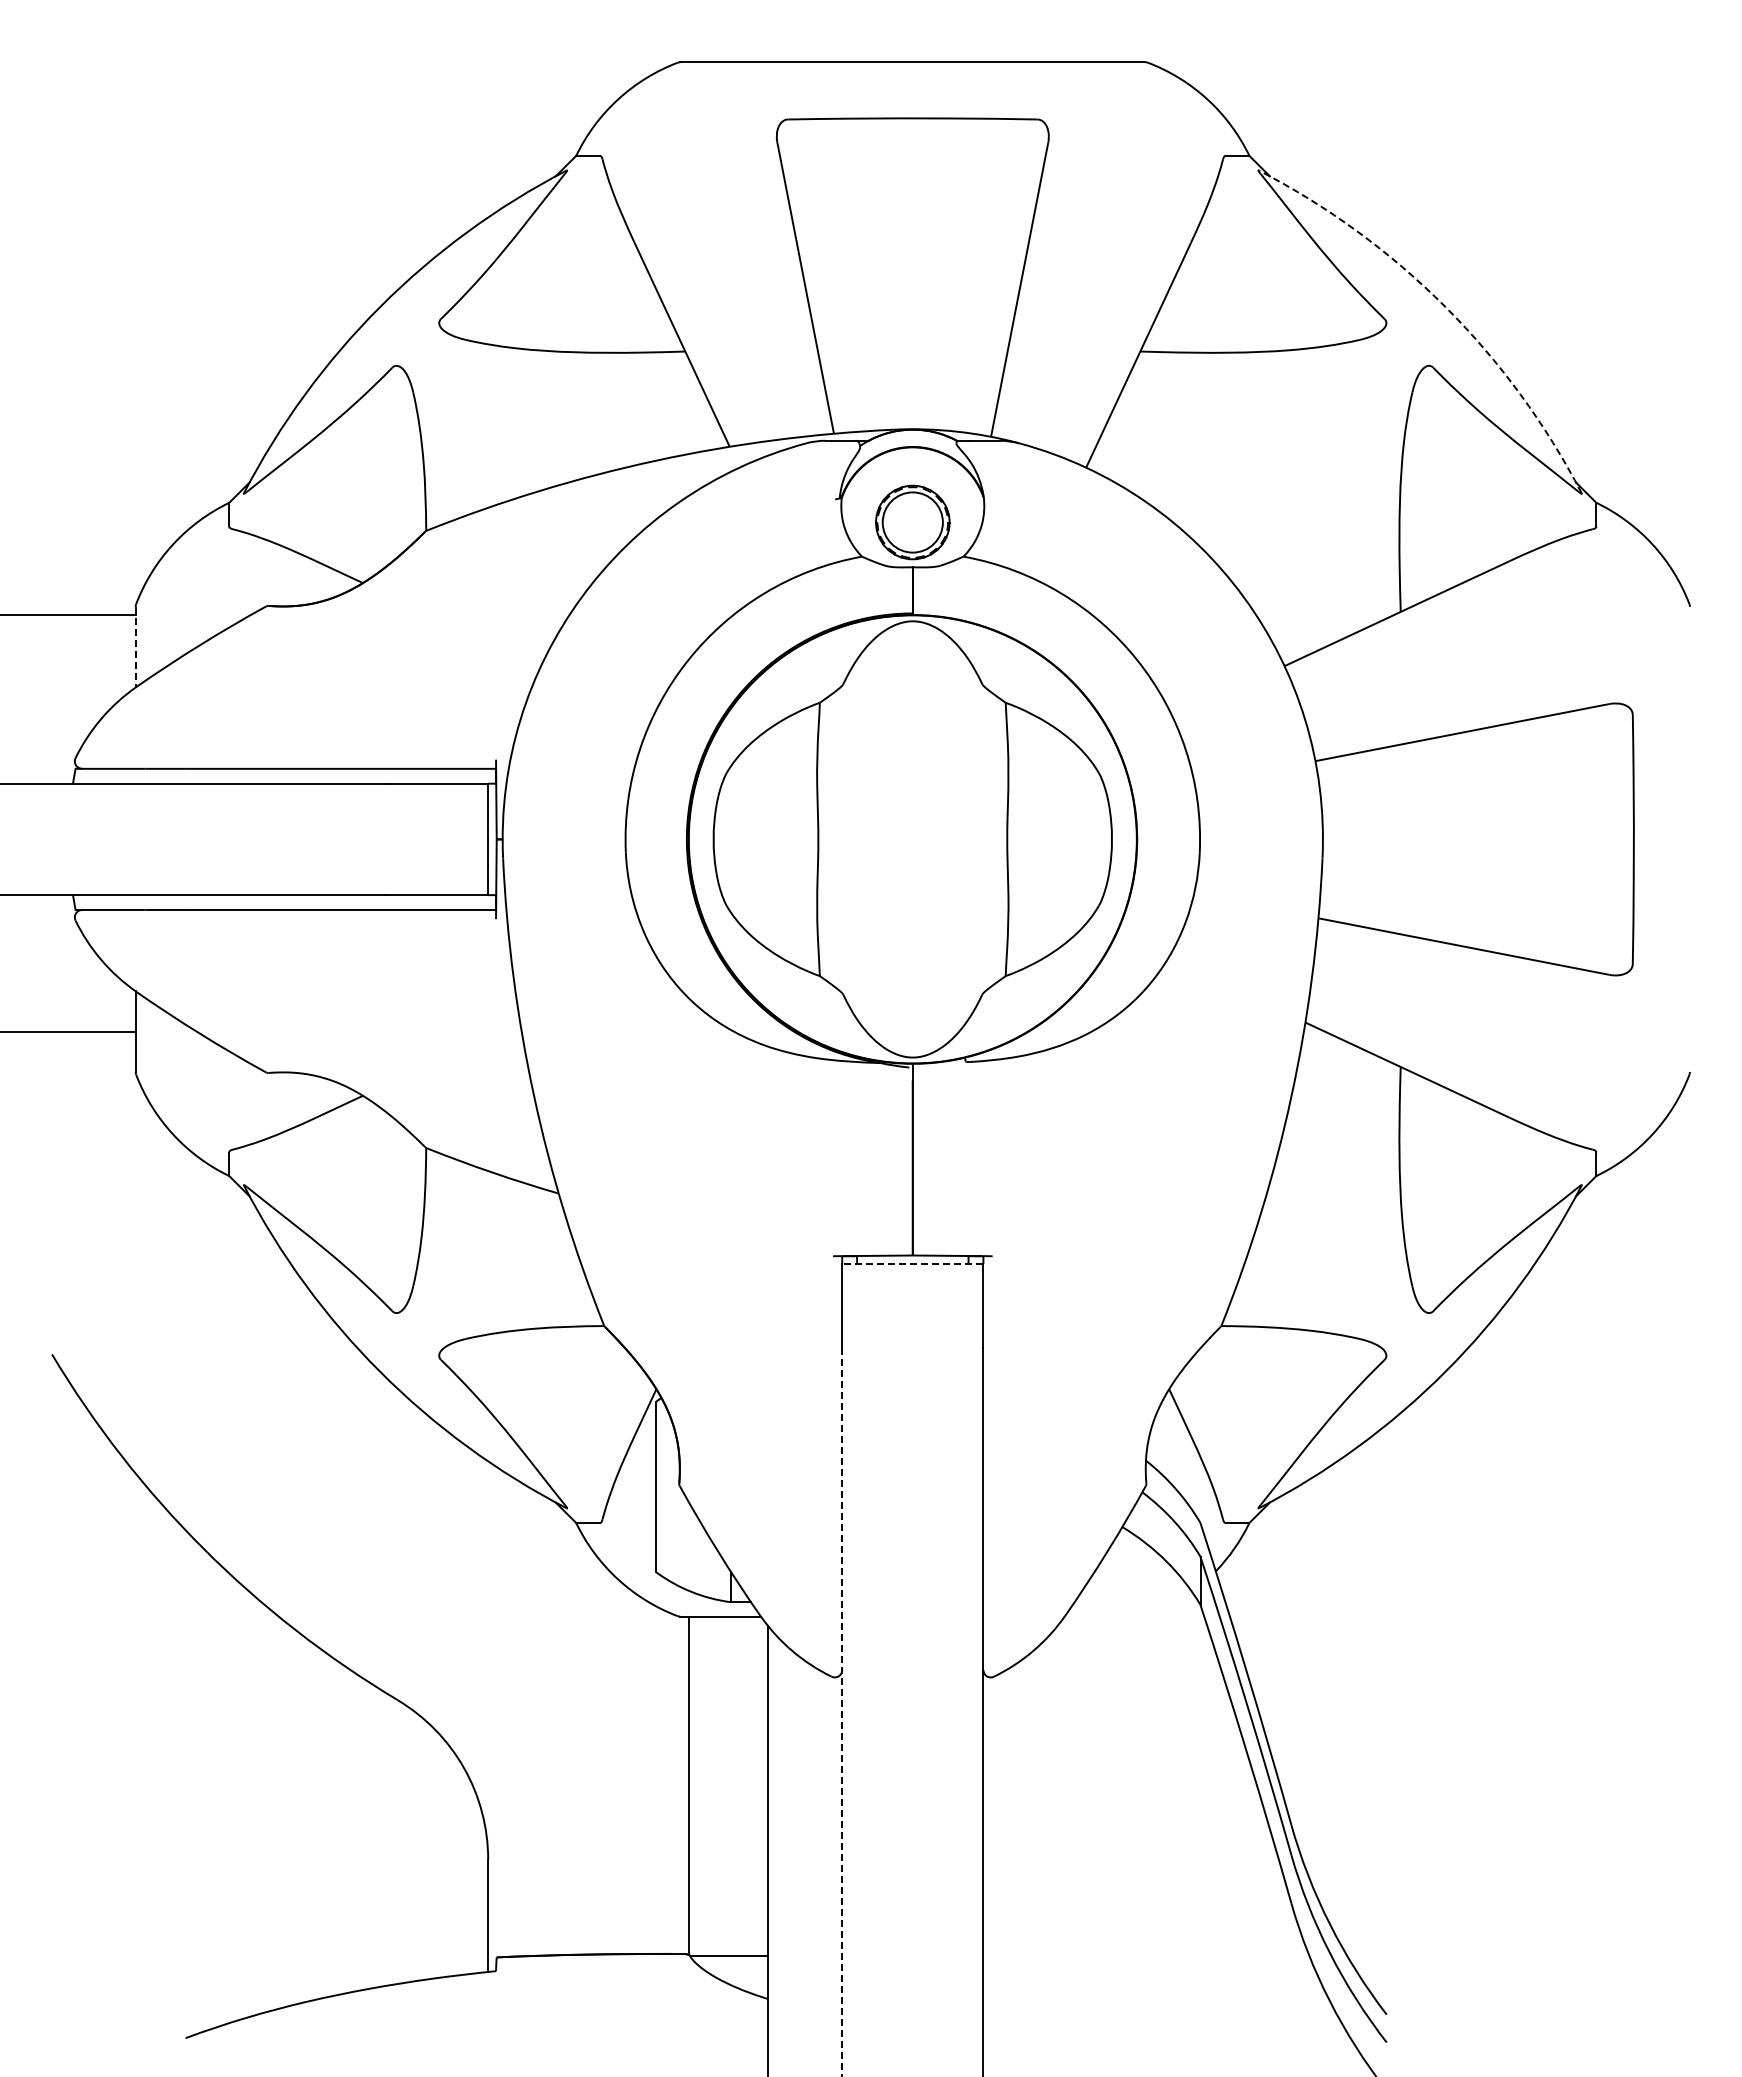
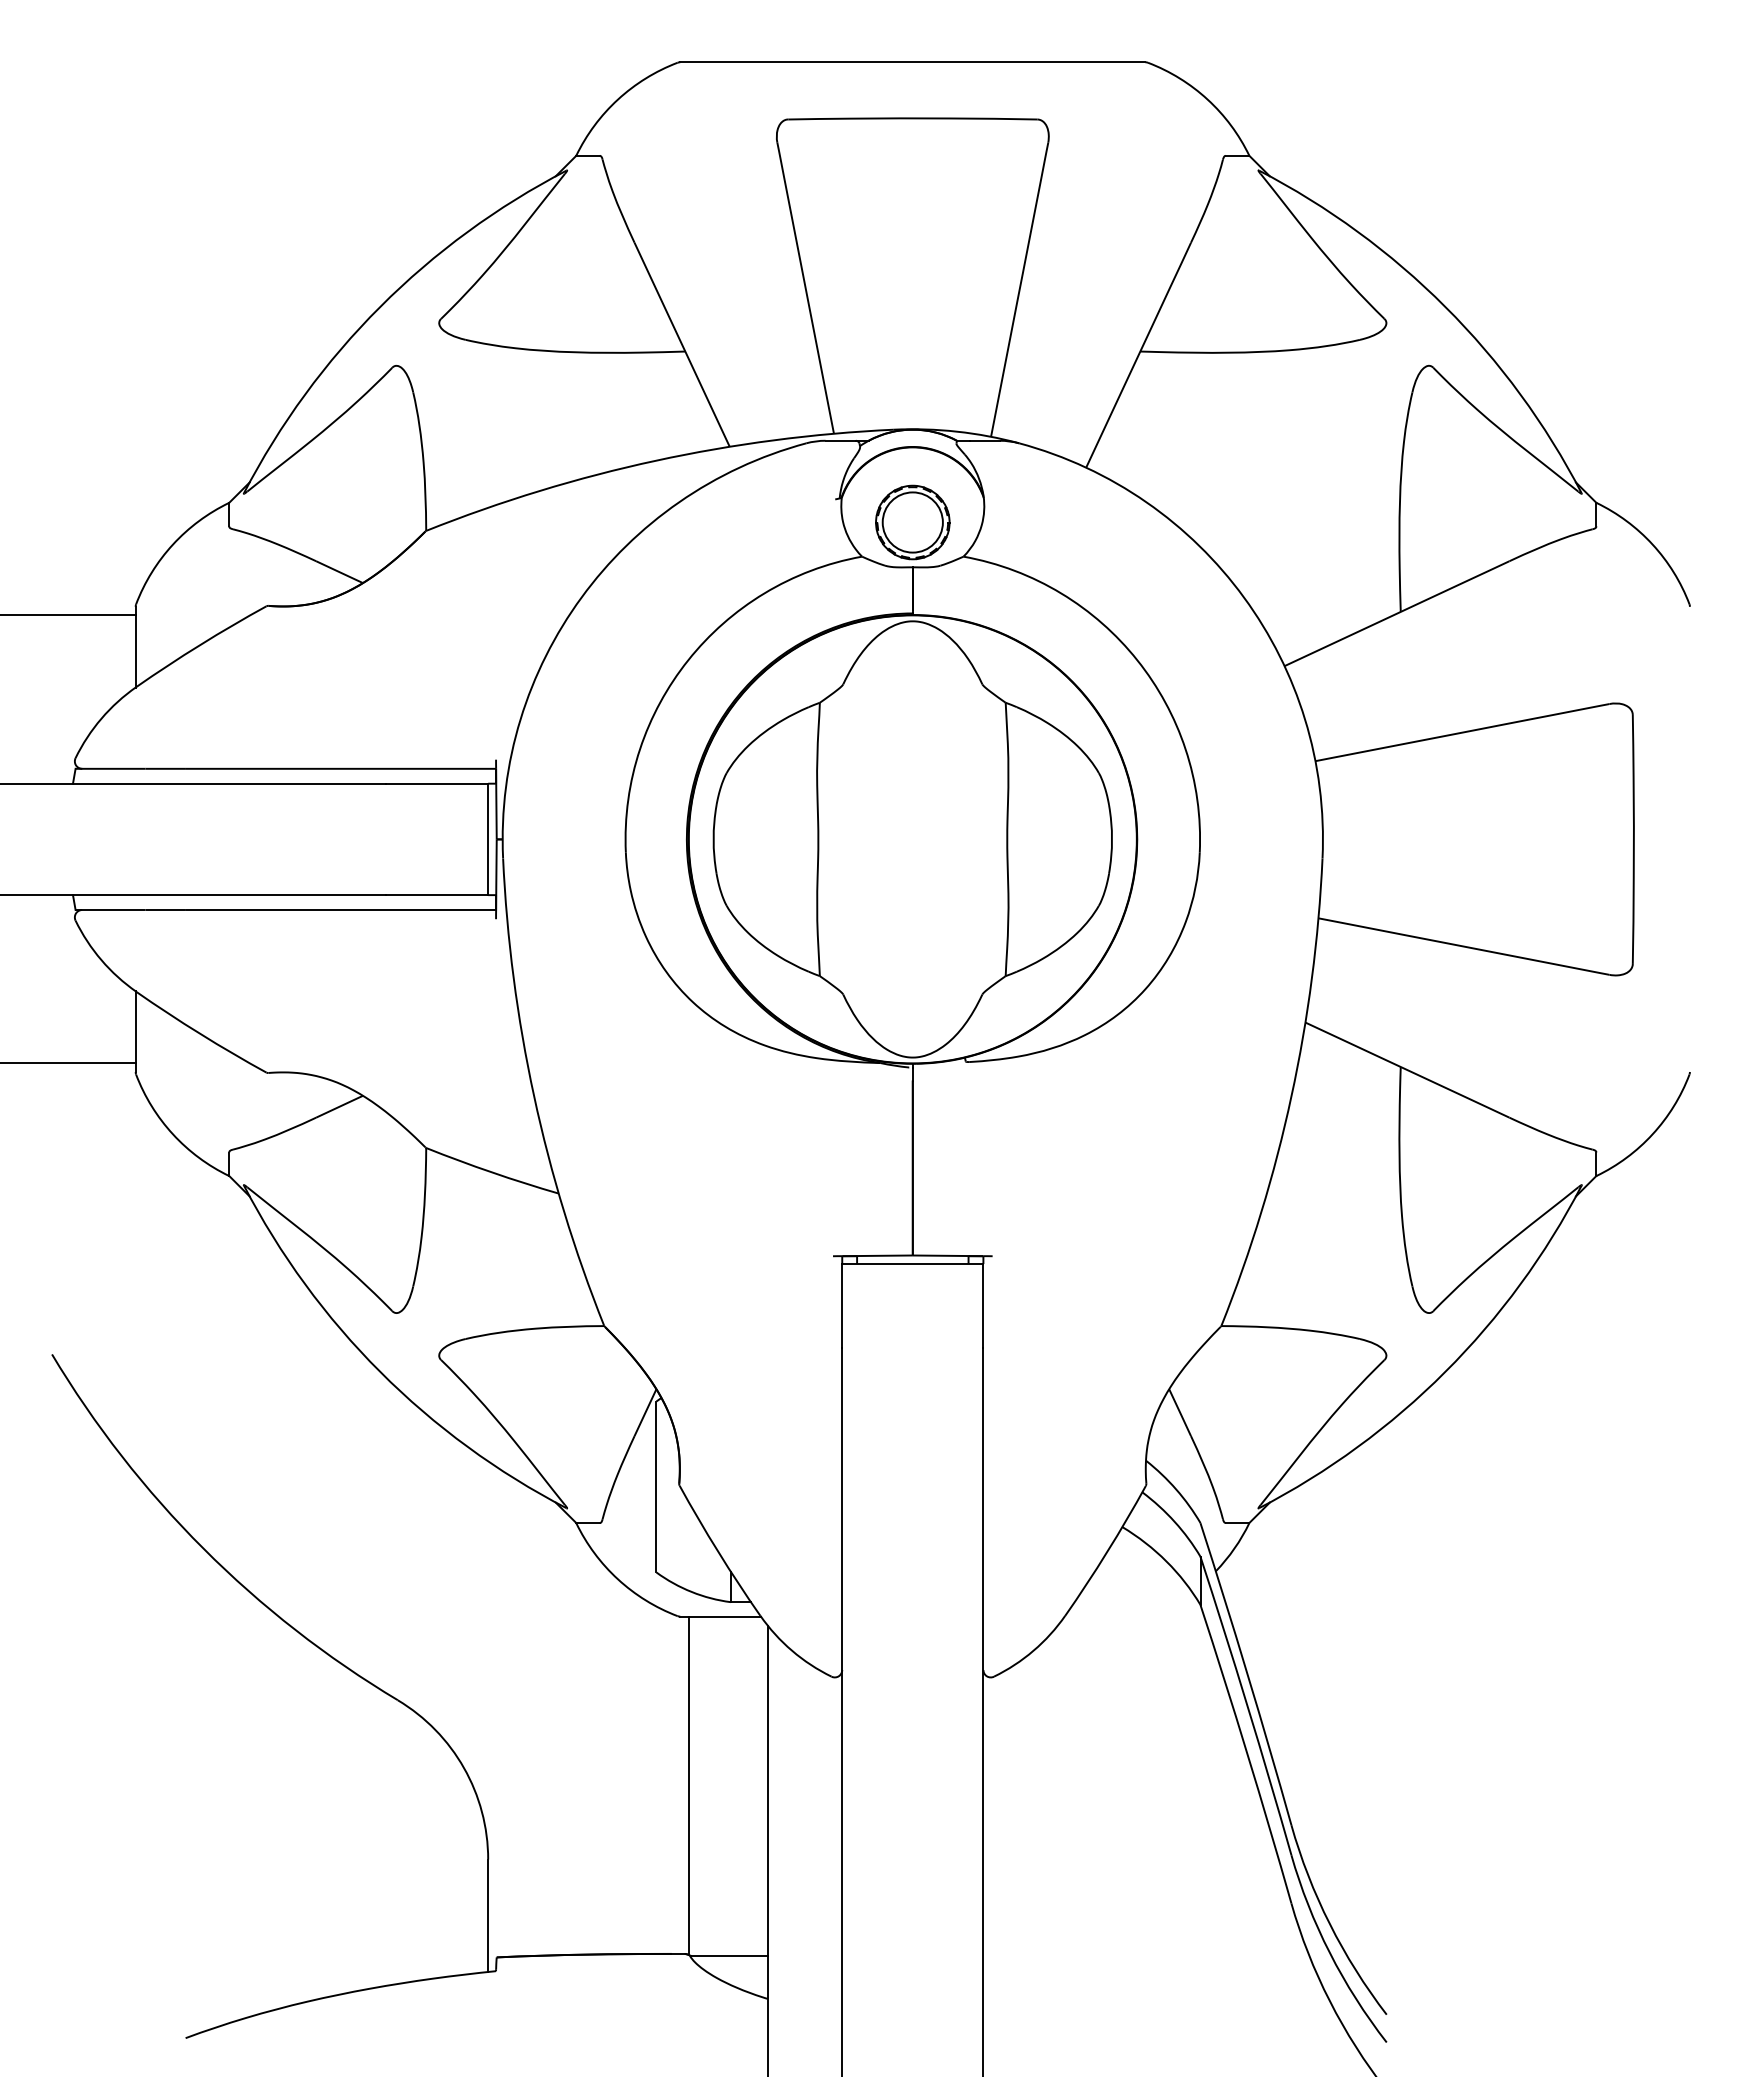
arc at (1445, 306): dashed -> solid
line at (135, 647): dashed -> solid
line at (68, 1032) position: (68, 1032) -> (68, 1063)
line at (912, 1264): dashed -> solid
line at (842, 1712): dashed -> solid
